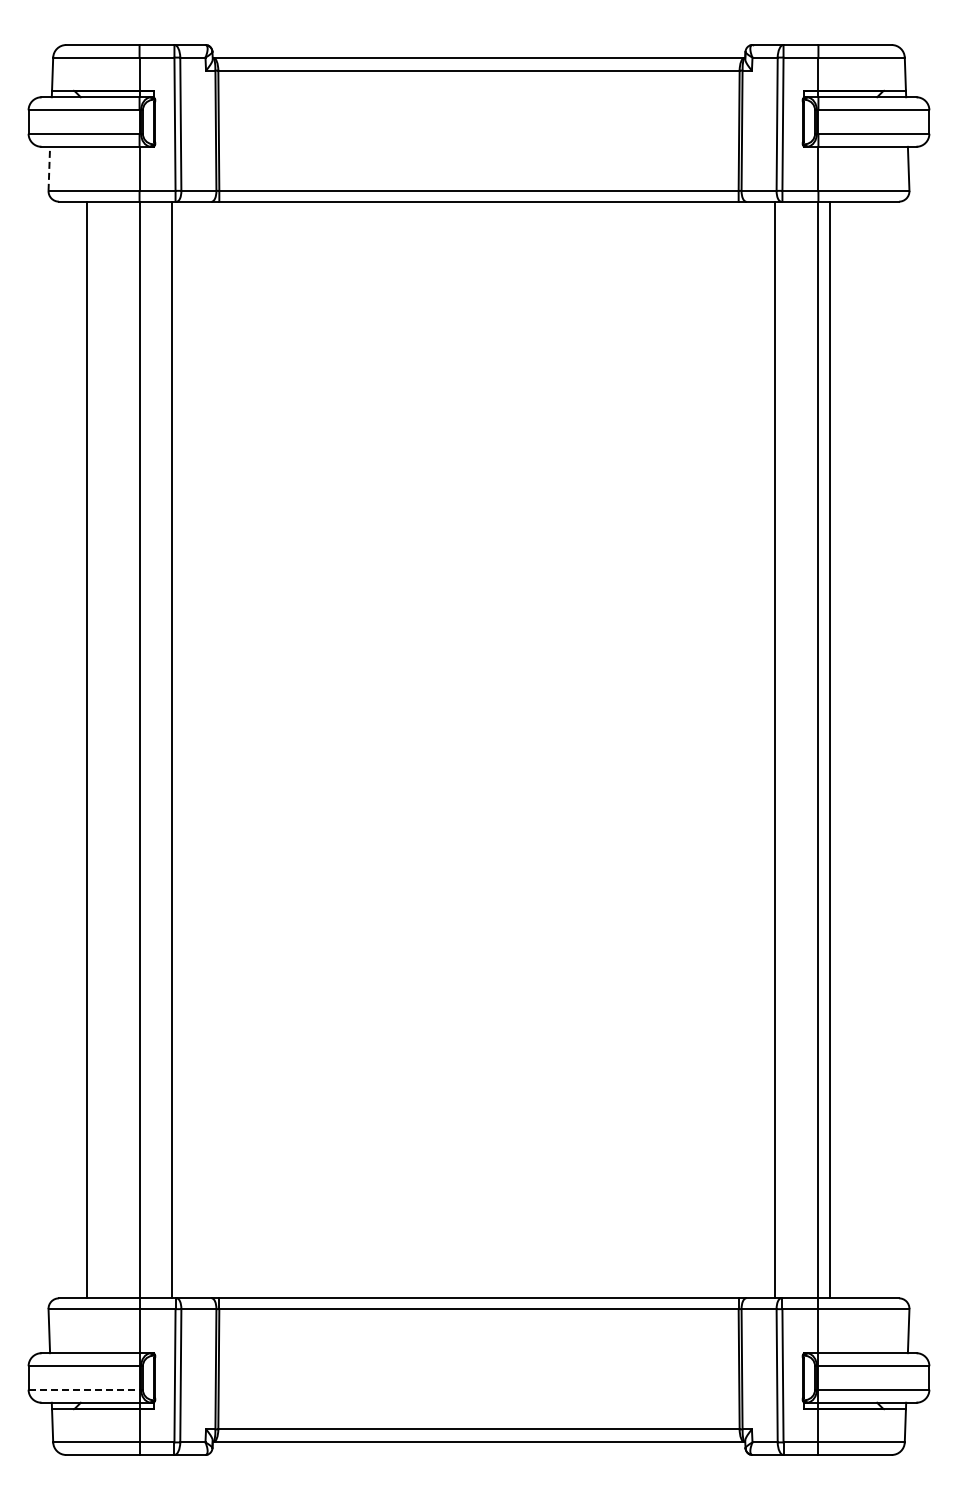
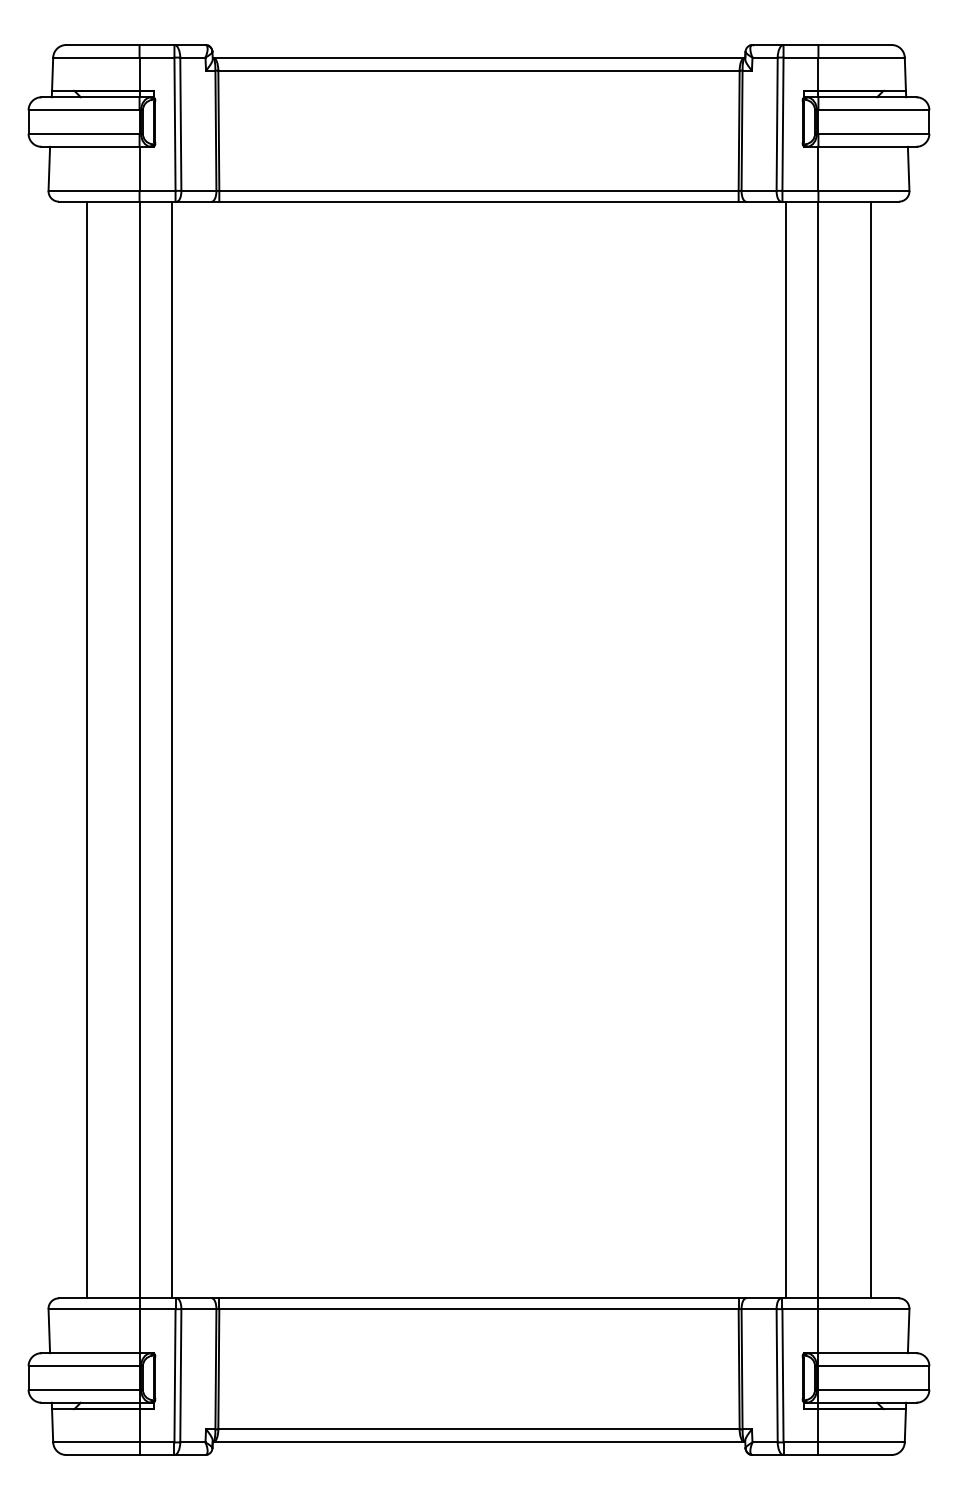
line at (49, 168): dashed -> solid
line at (774, 749) position: (774, 749) -> (785, 749)
line at (829, 749) position: (829, 749) -> (870, 749)
line at (84, 1389): dashed -> solid
